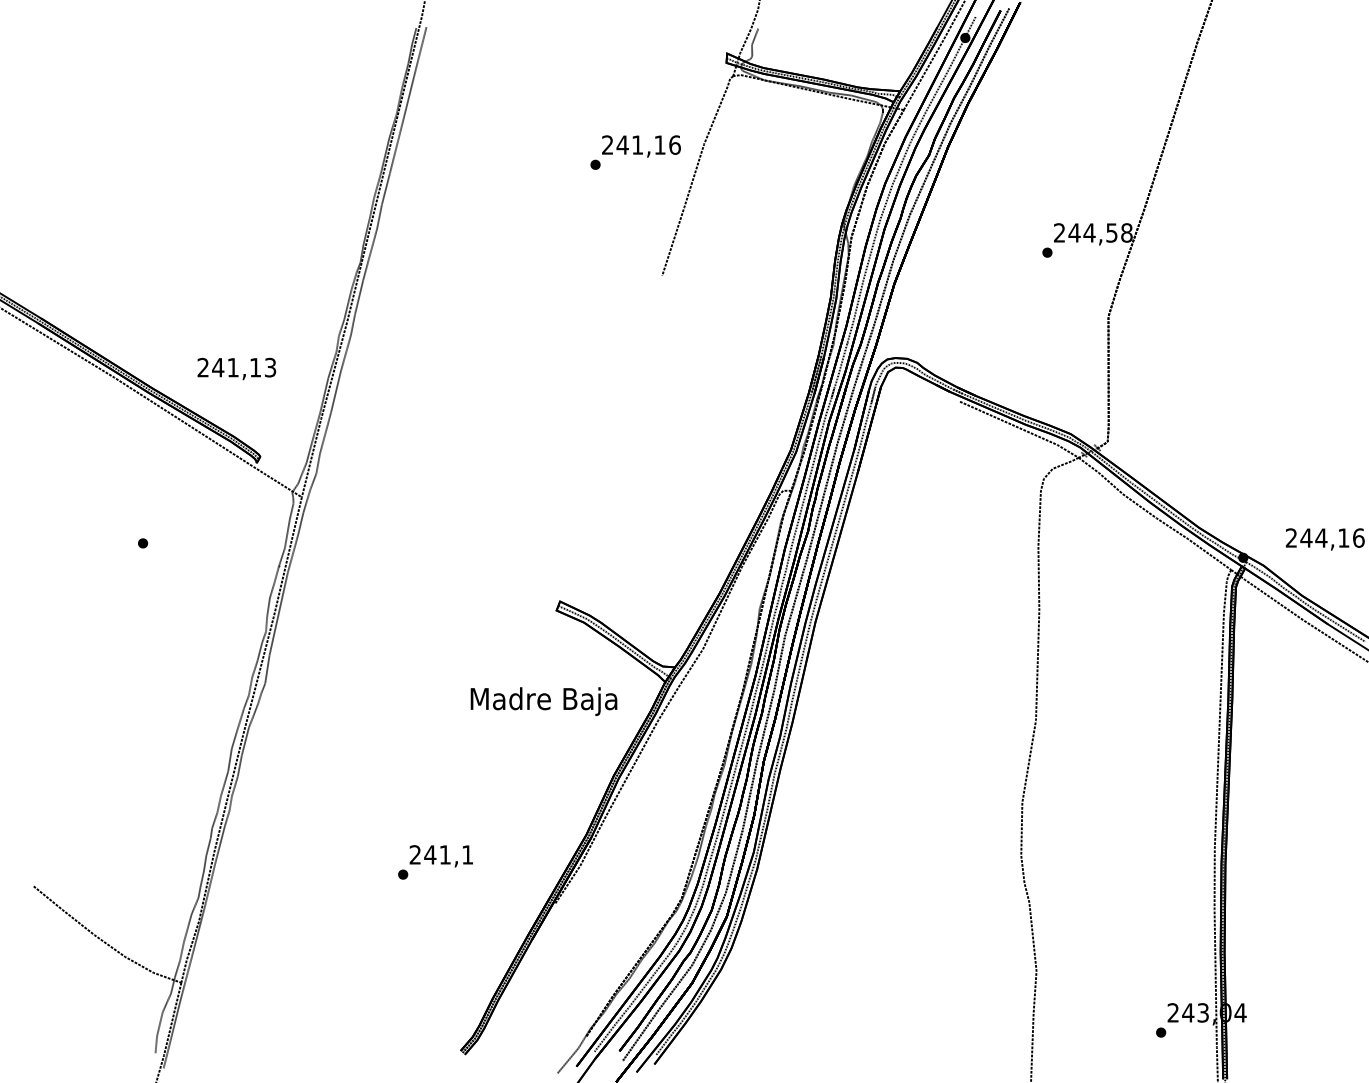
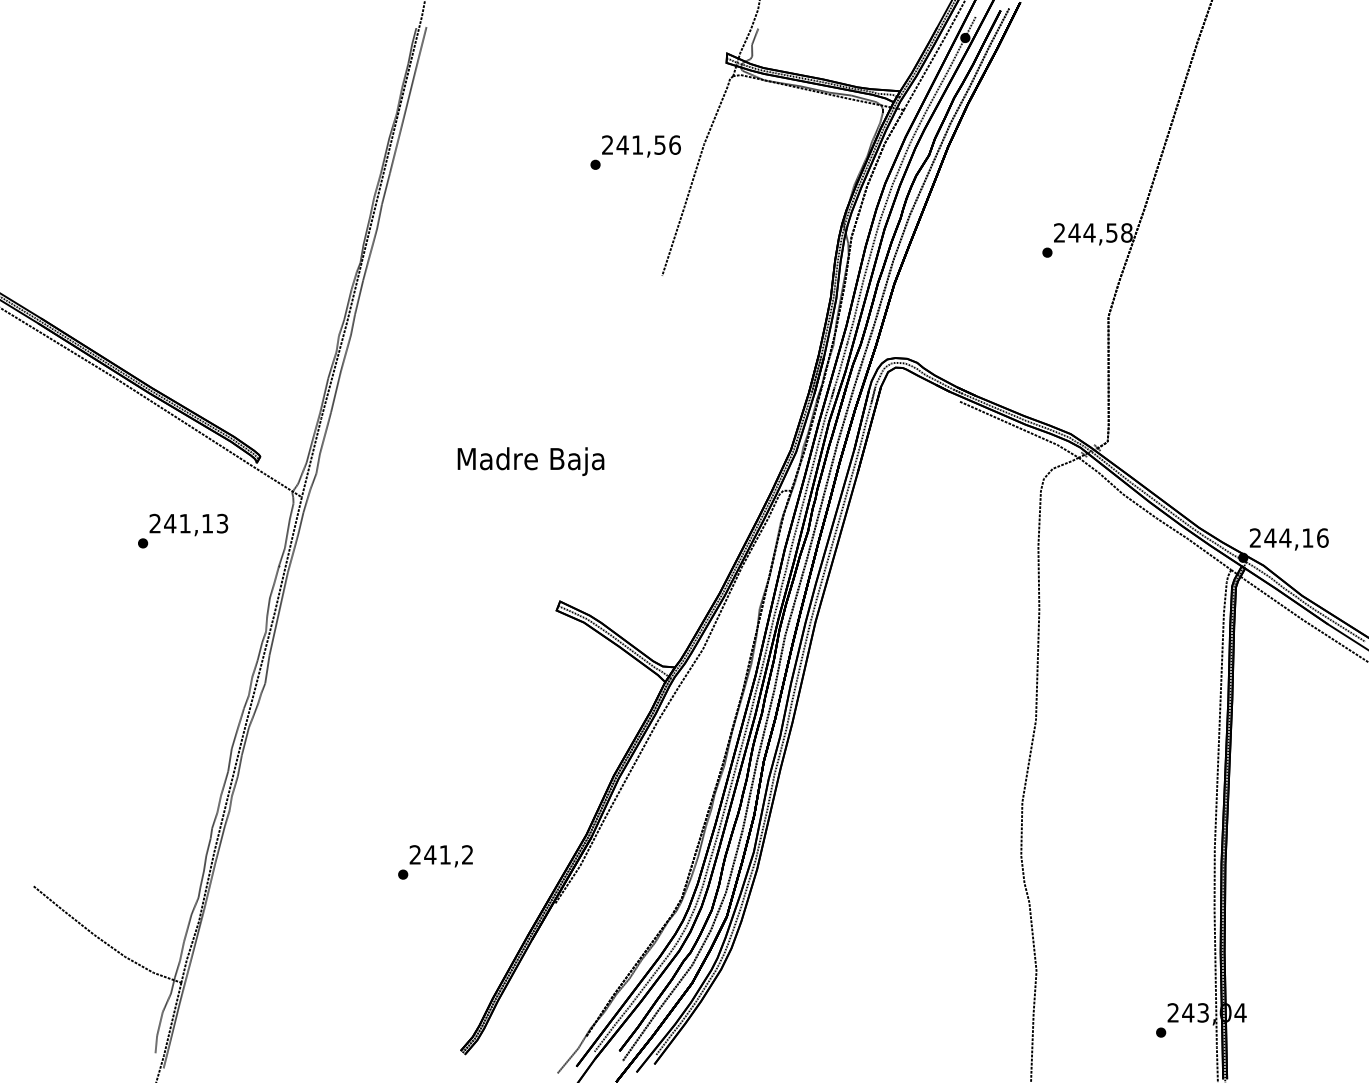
text at (659, 144): 241,16 -> 241,56
text at (236, 368) position: (236, 368) -> (188, 524)
text at (1324, 539) position: (1324, 539) -> (1288, 539)
text at (543, 701) position: (543, 701) -> (530, 461)
text at (467, 854): 241,1 -> 241,2
